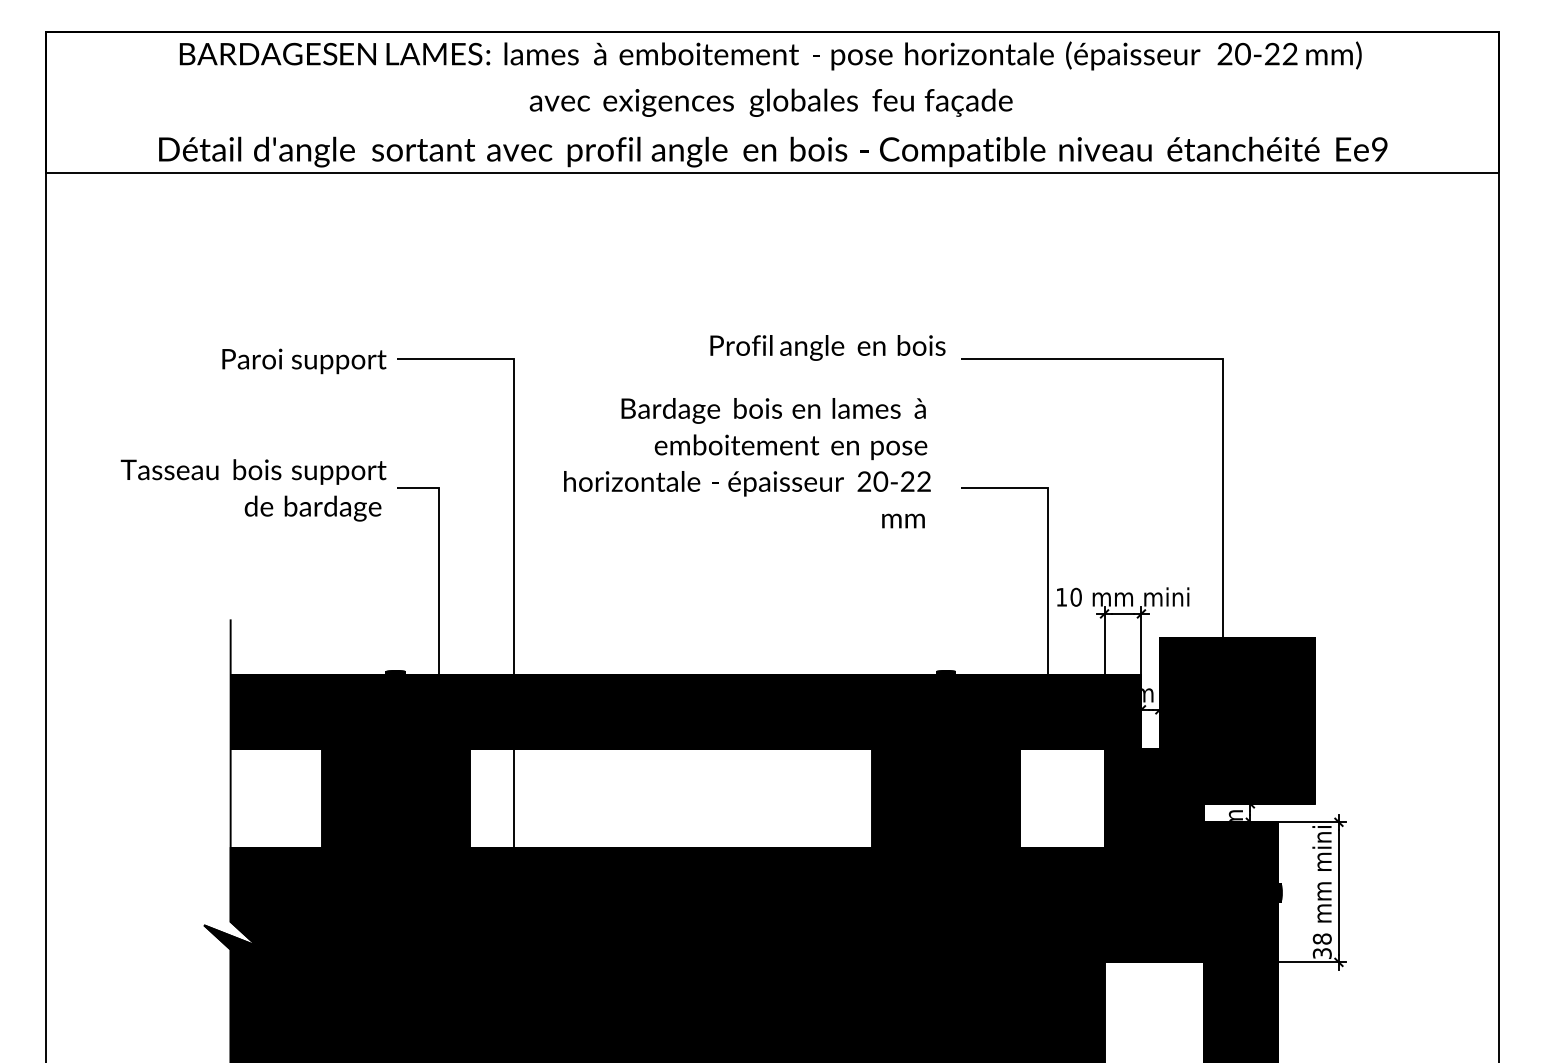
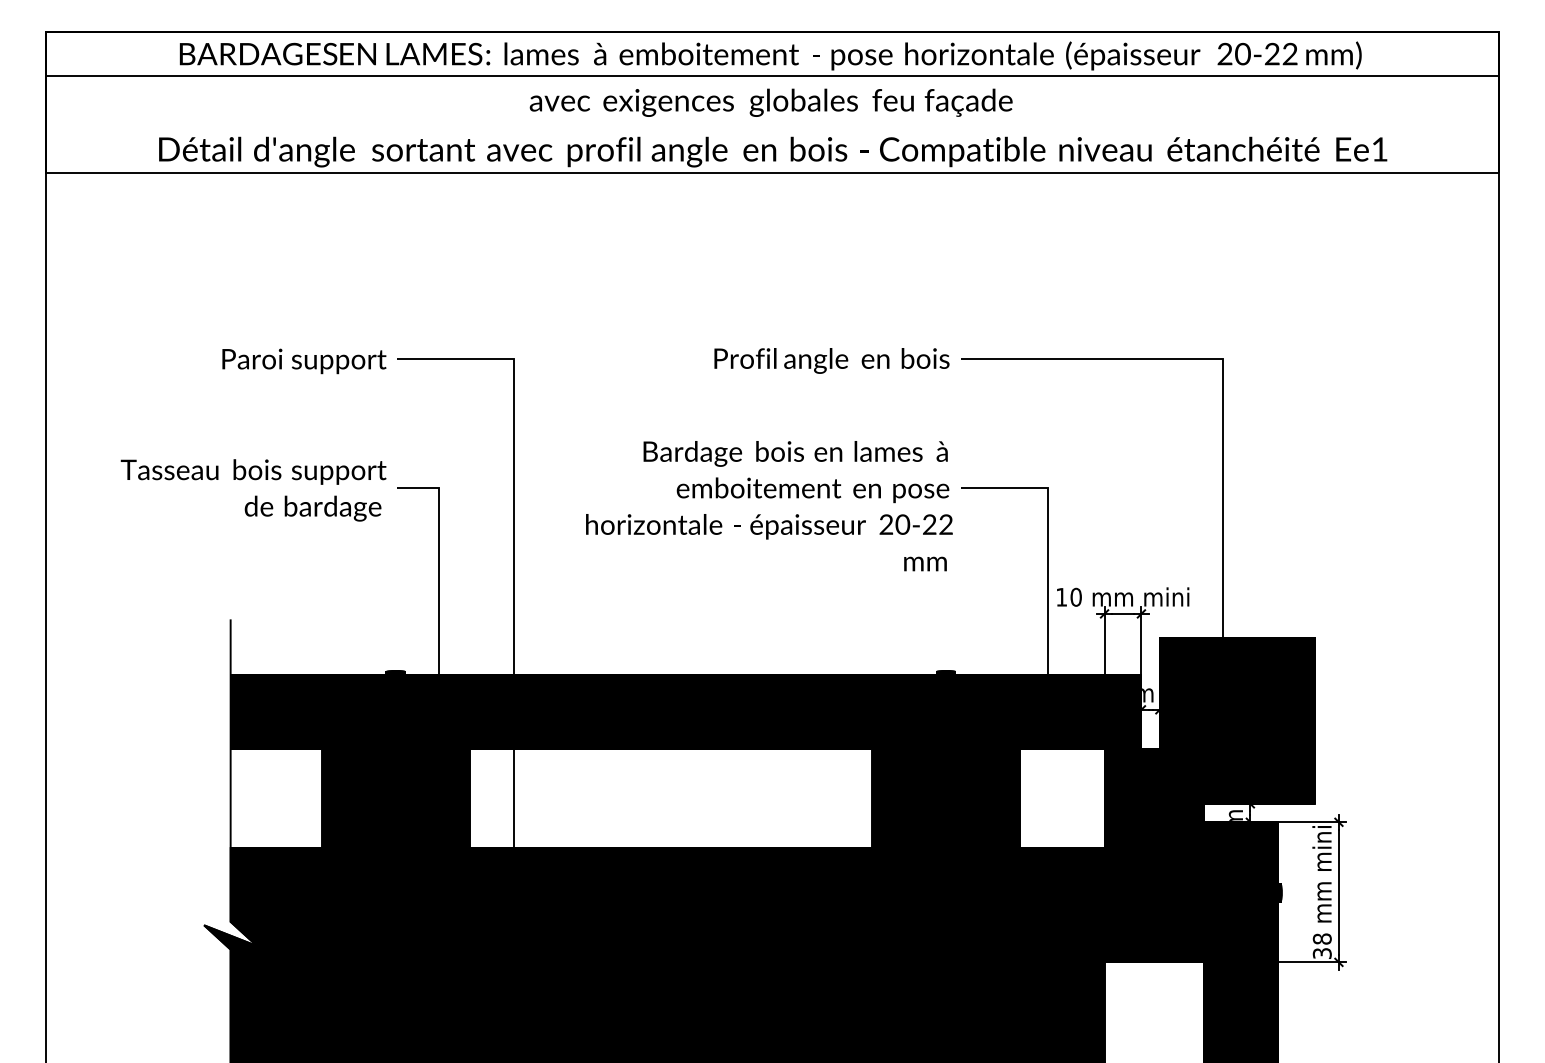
line at (772, 76): none -> present
text at (1379, 149): Ee9 -> Ee1
text at (827, 347) position: (827, 347) -> (831, 360)
text at (747, 463) position: (747, 463) -> (769, 506)
